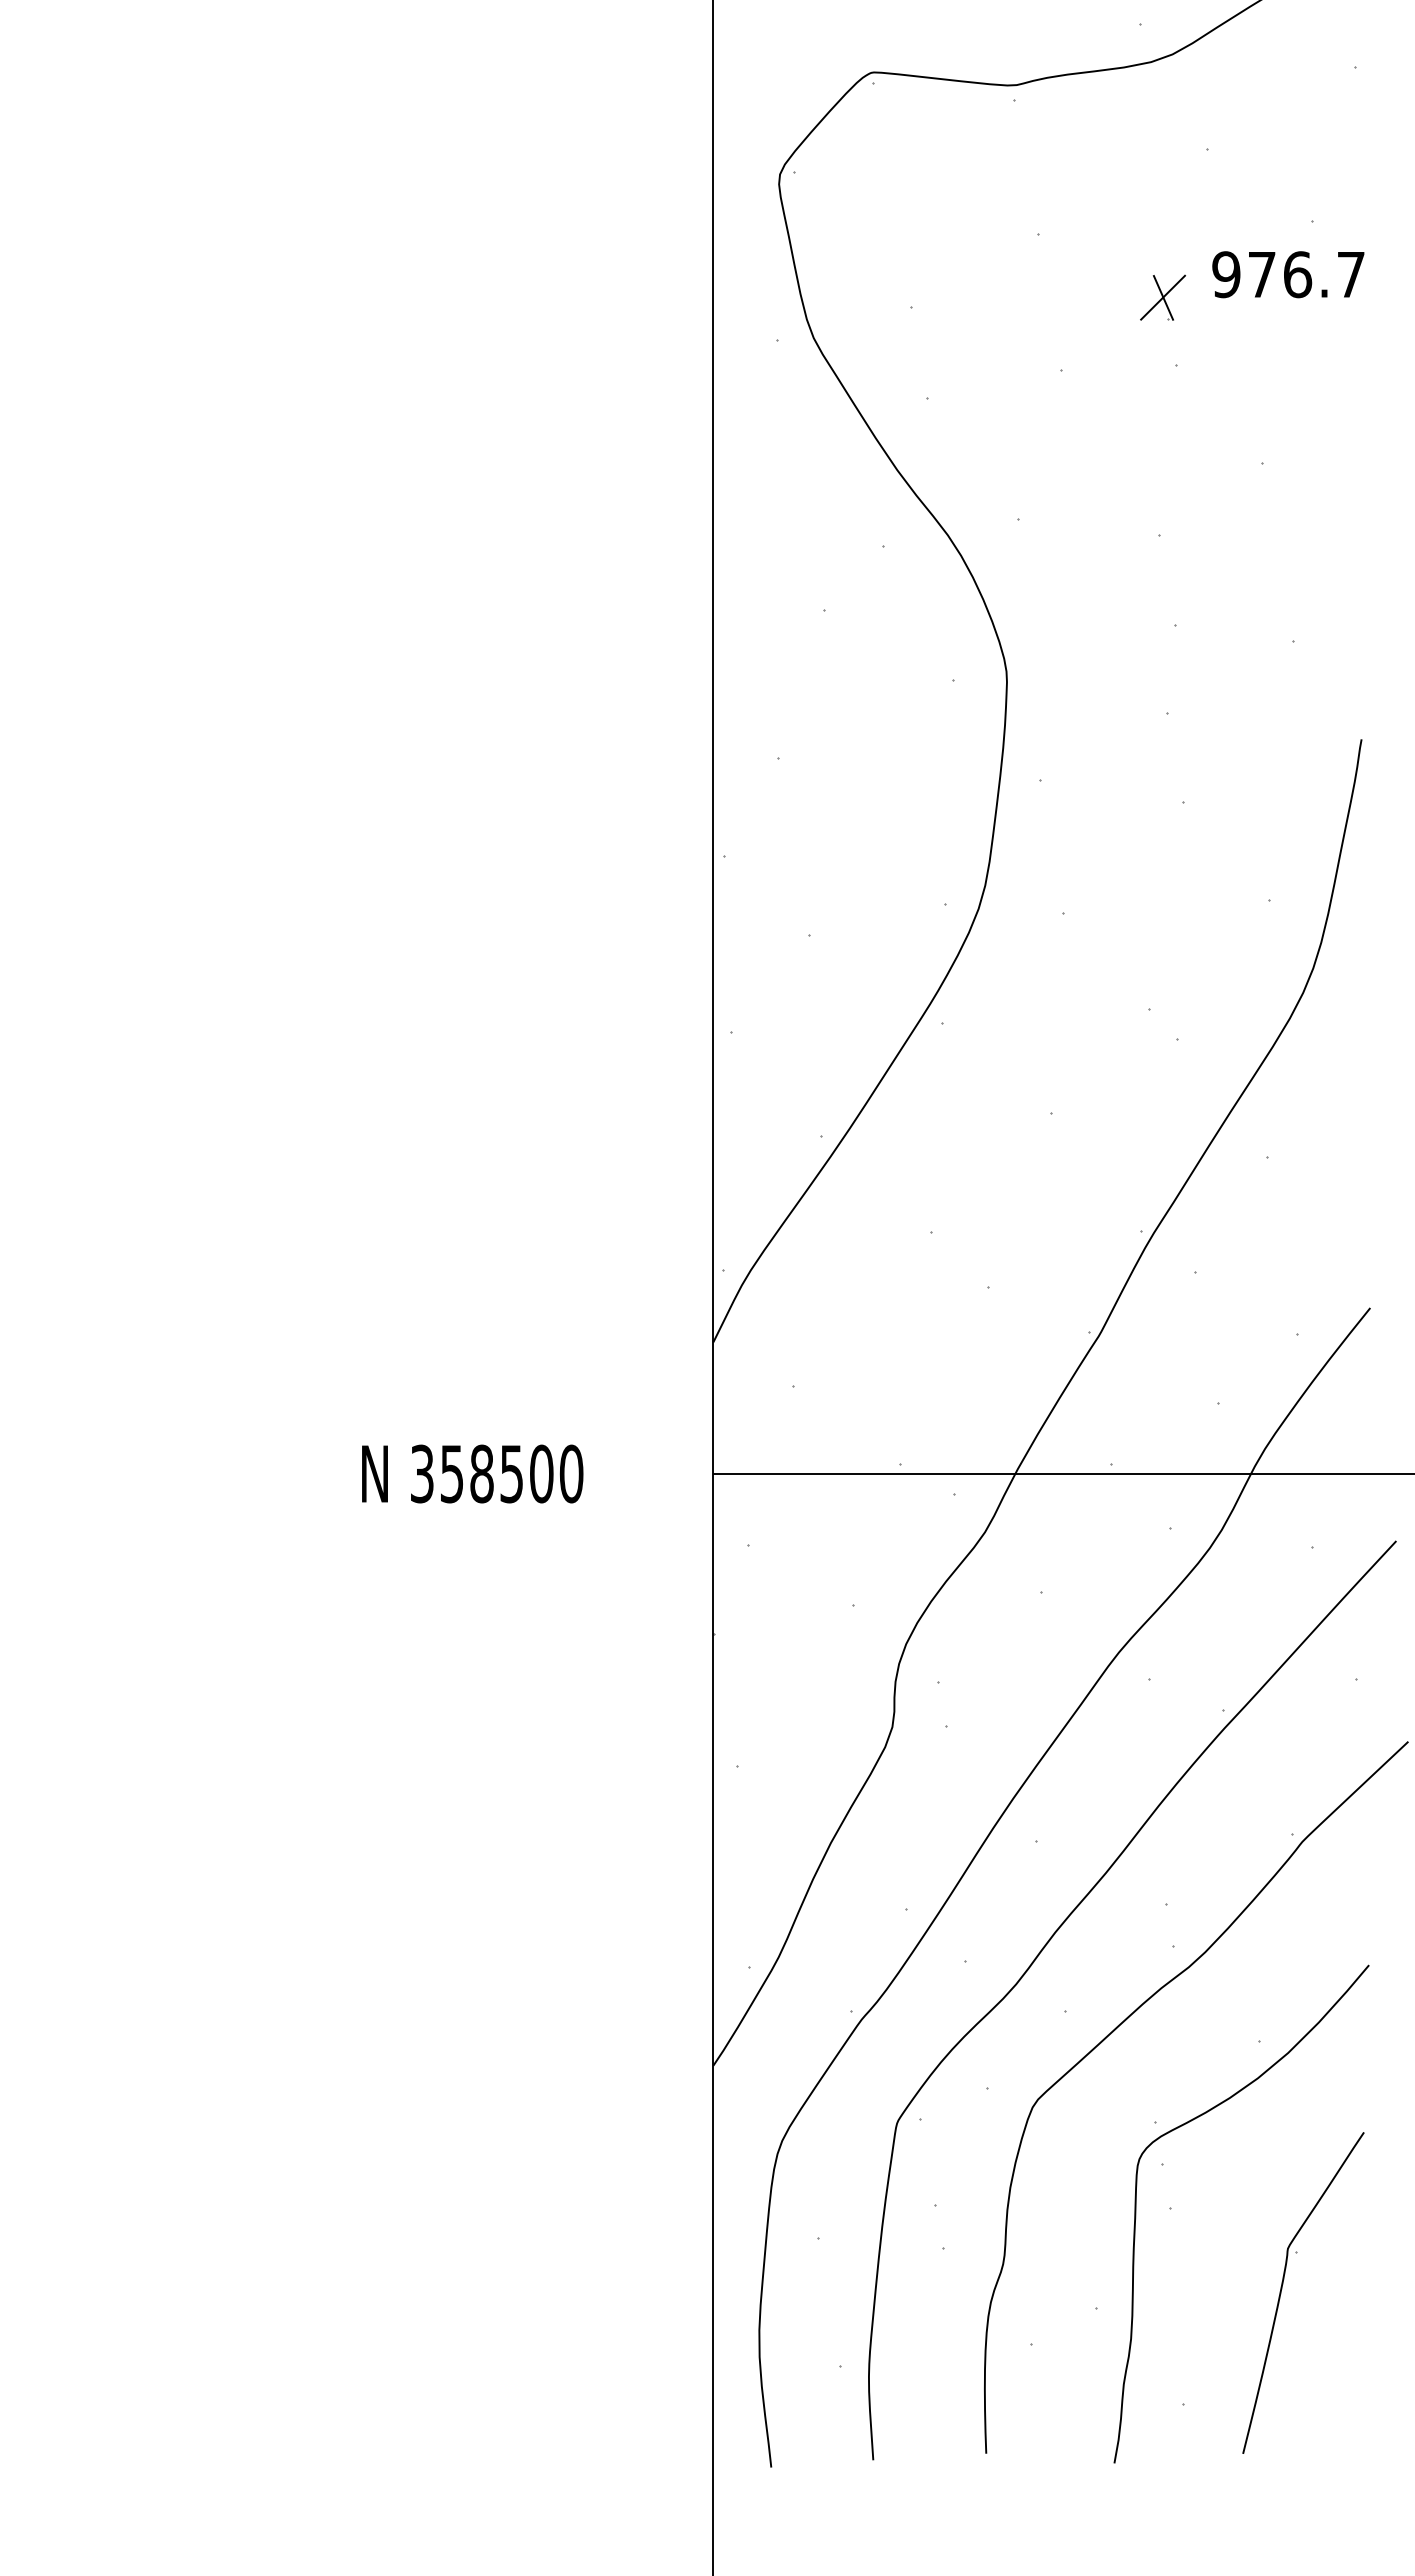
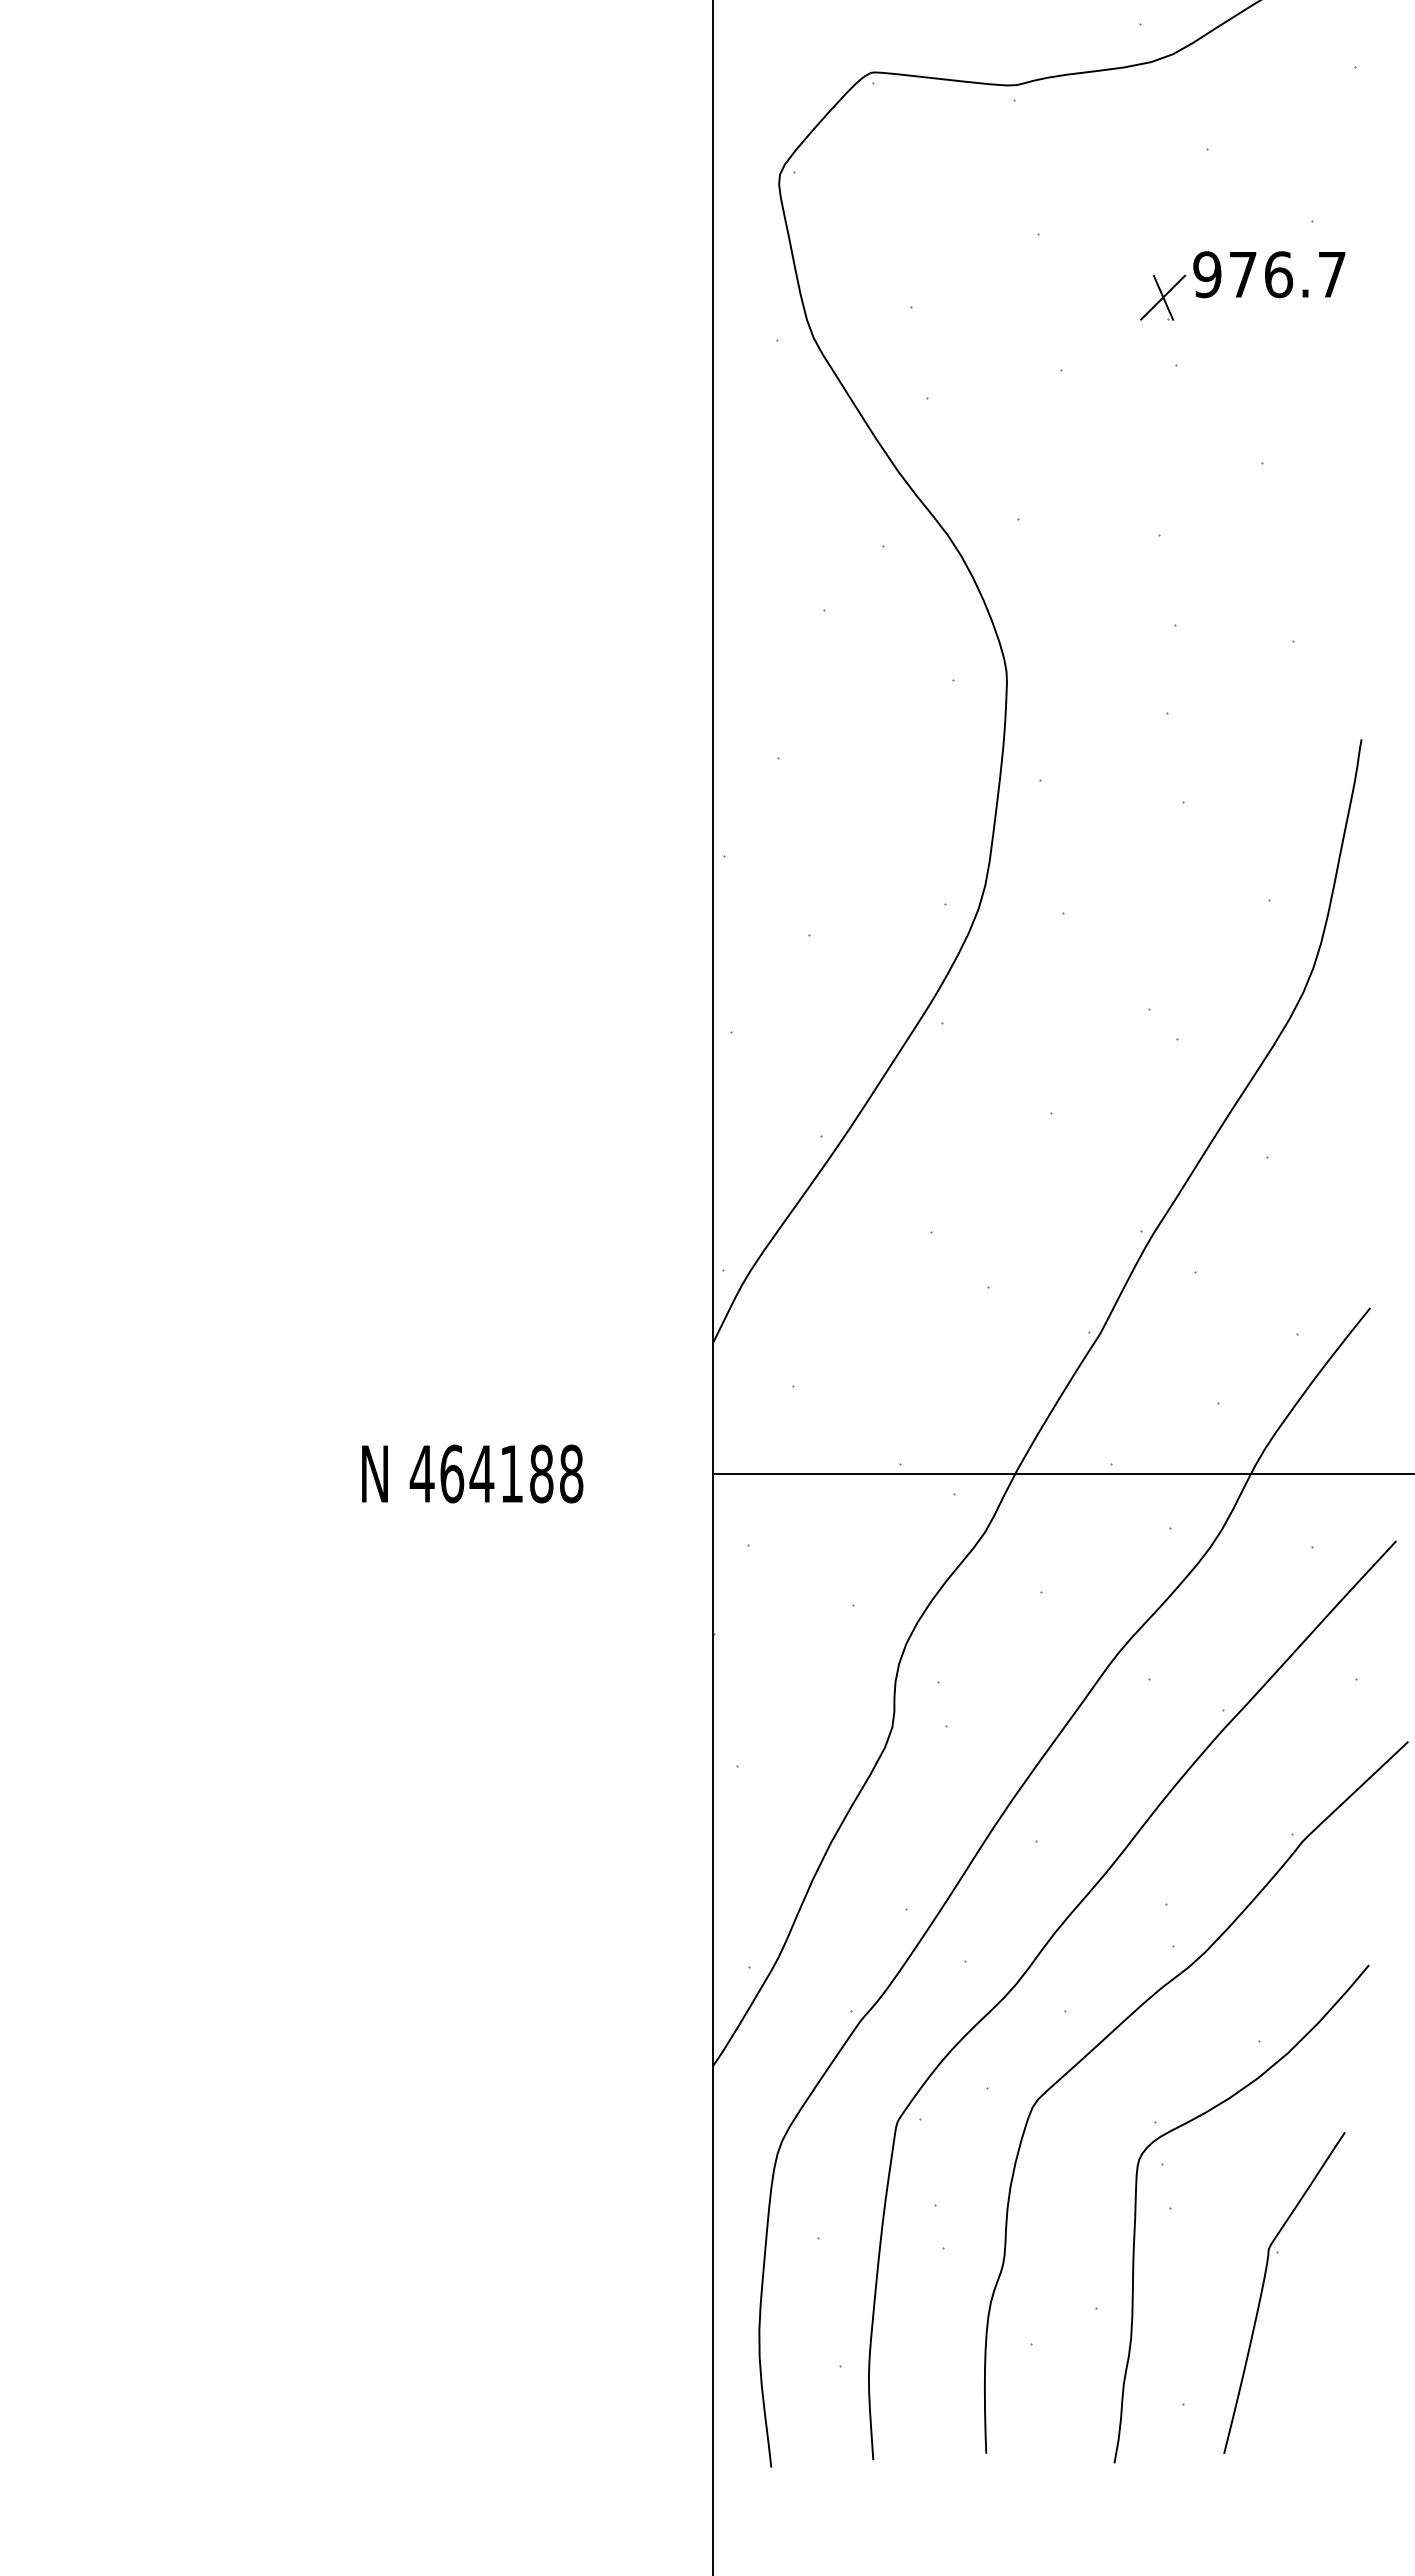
text at (1288, 274) position: (1288, 274) -> (1269, 274)
text at (496, 1473): 358500 -> 464188
part at (1282, 2289) position: (1282, 2289) -> (1263, 2289)
